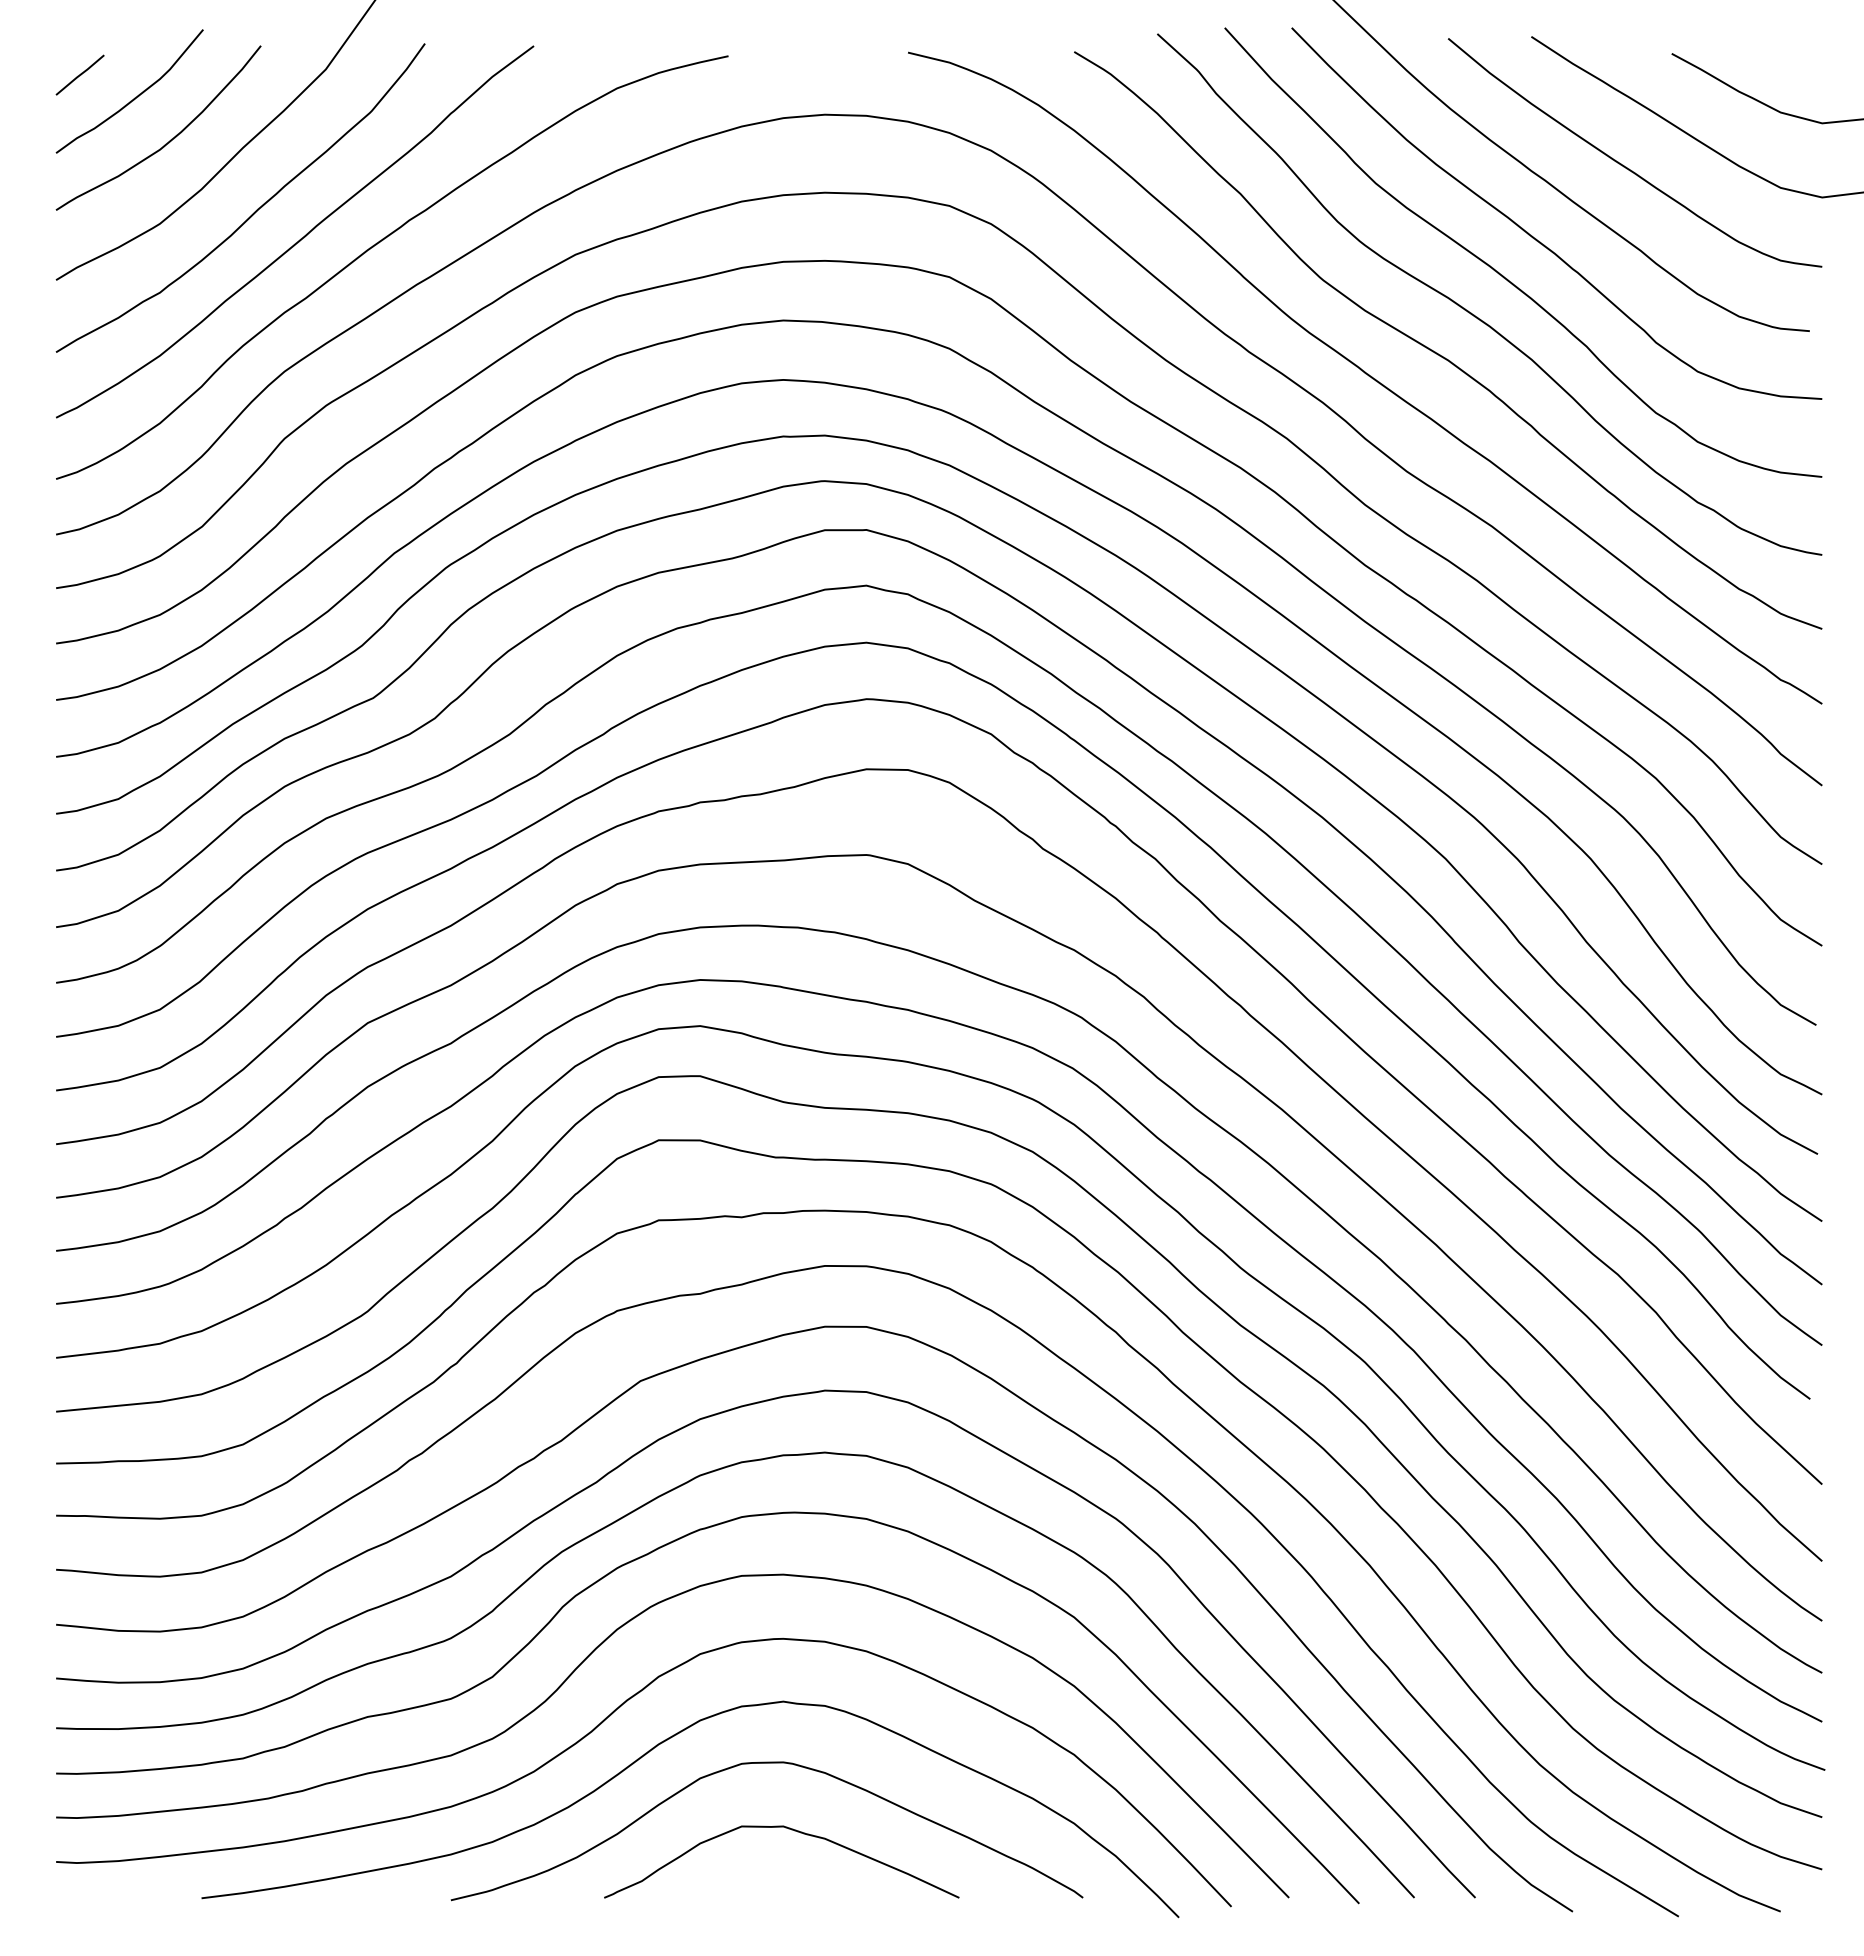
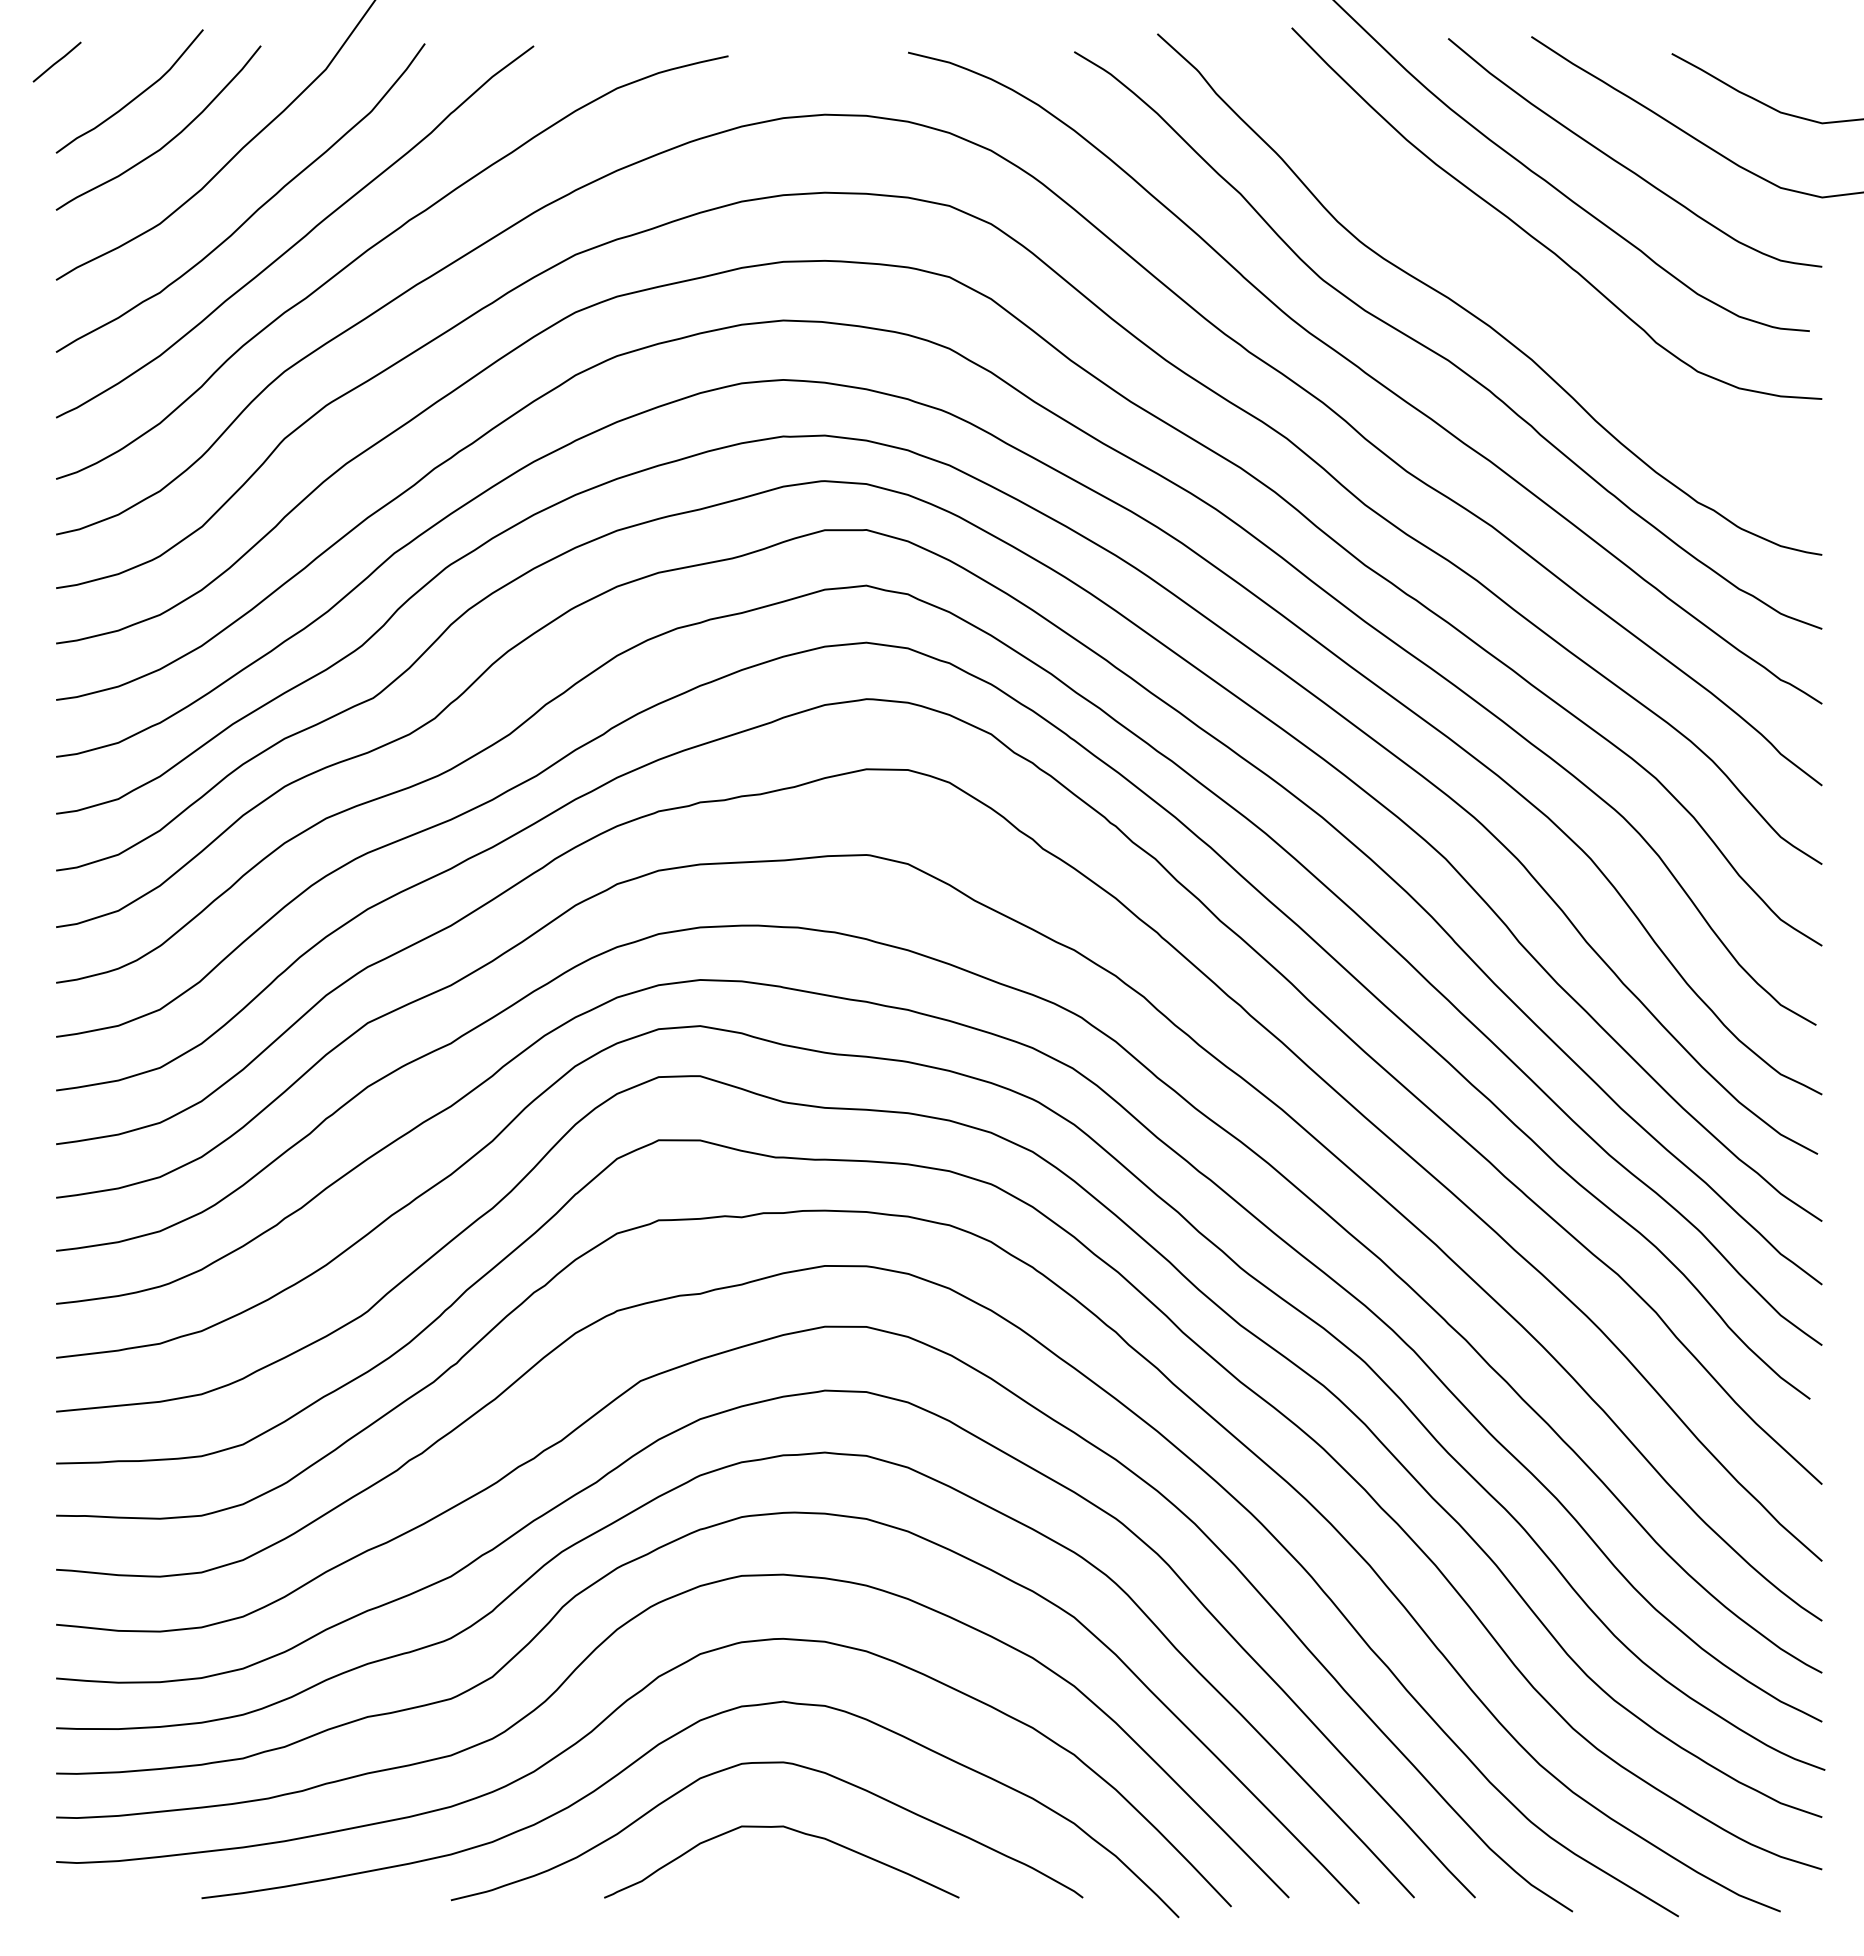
line at (79, 74) position: (79, 74) -> (56, 61)
curve at (1502, 274): present -> none
